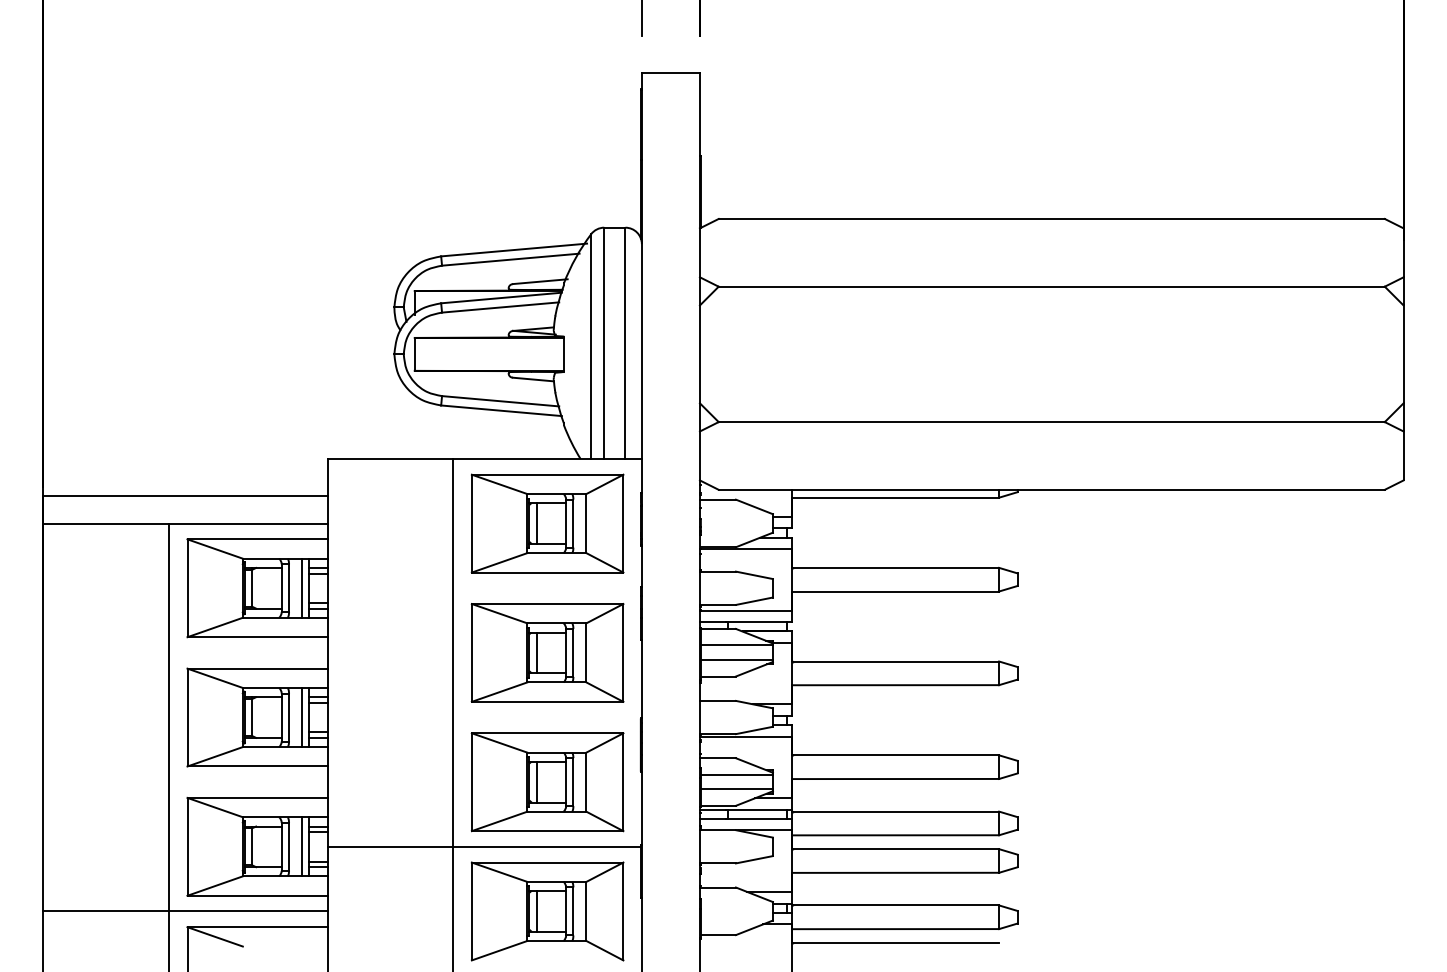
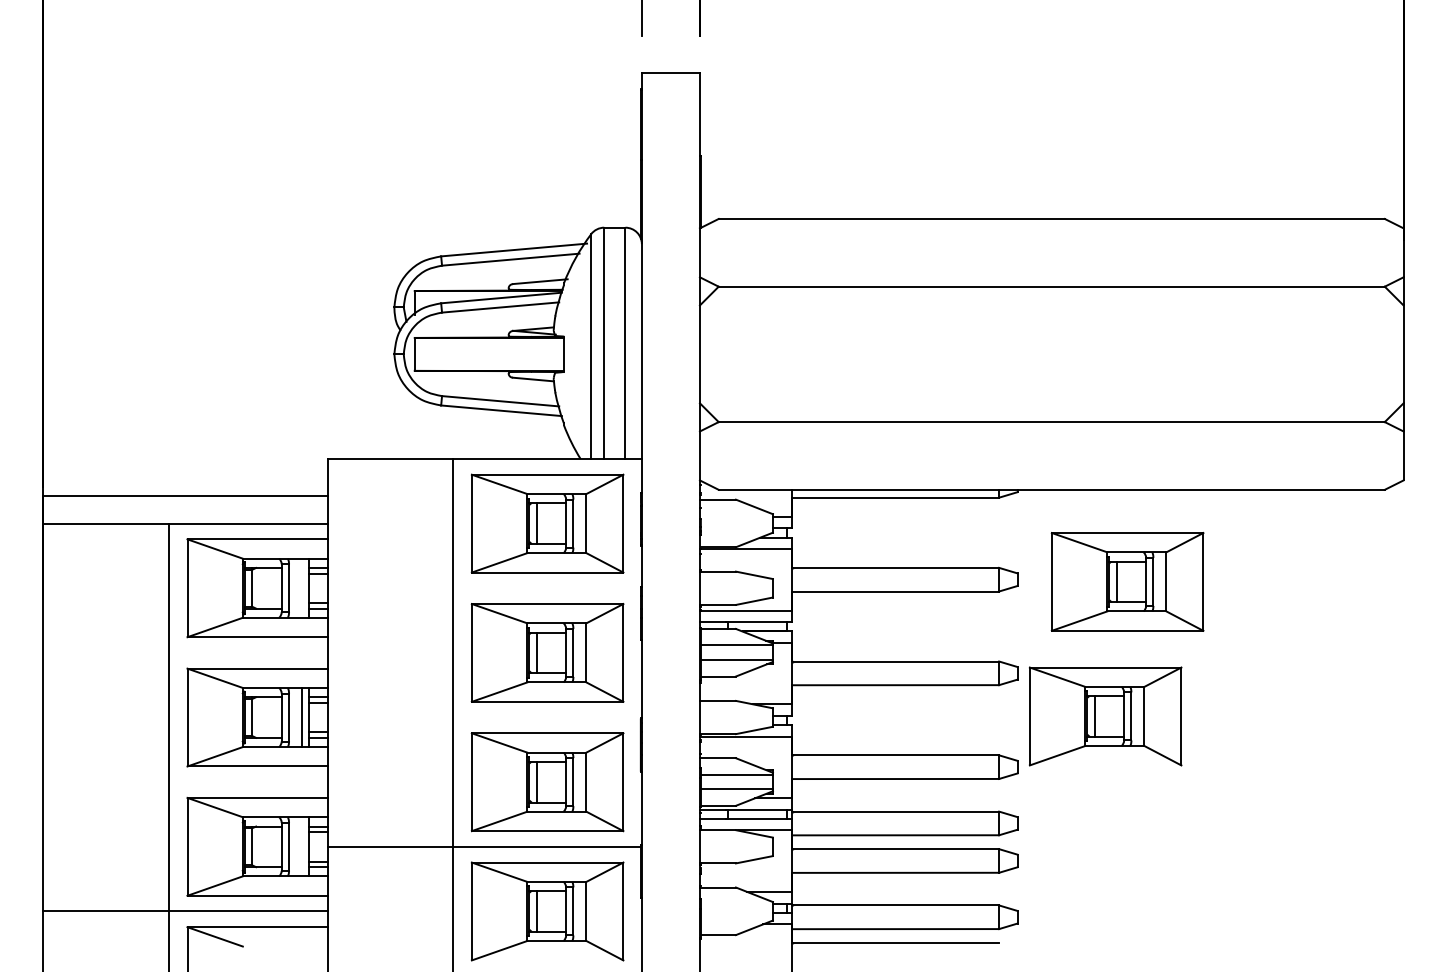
part at (1127, 581): none -> present
line at (301, 587): present -> none
part at (1105, 716): none -> present
line at (301, 846): present -> none
